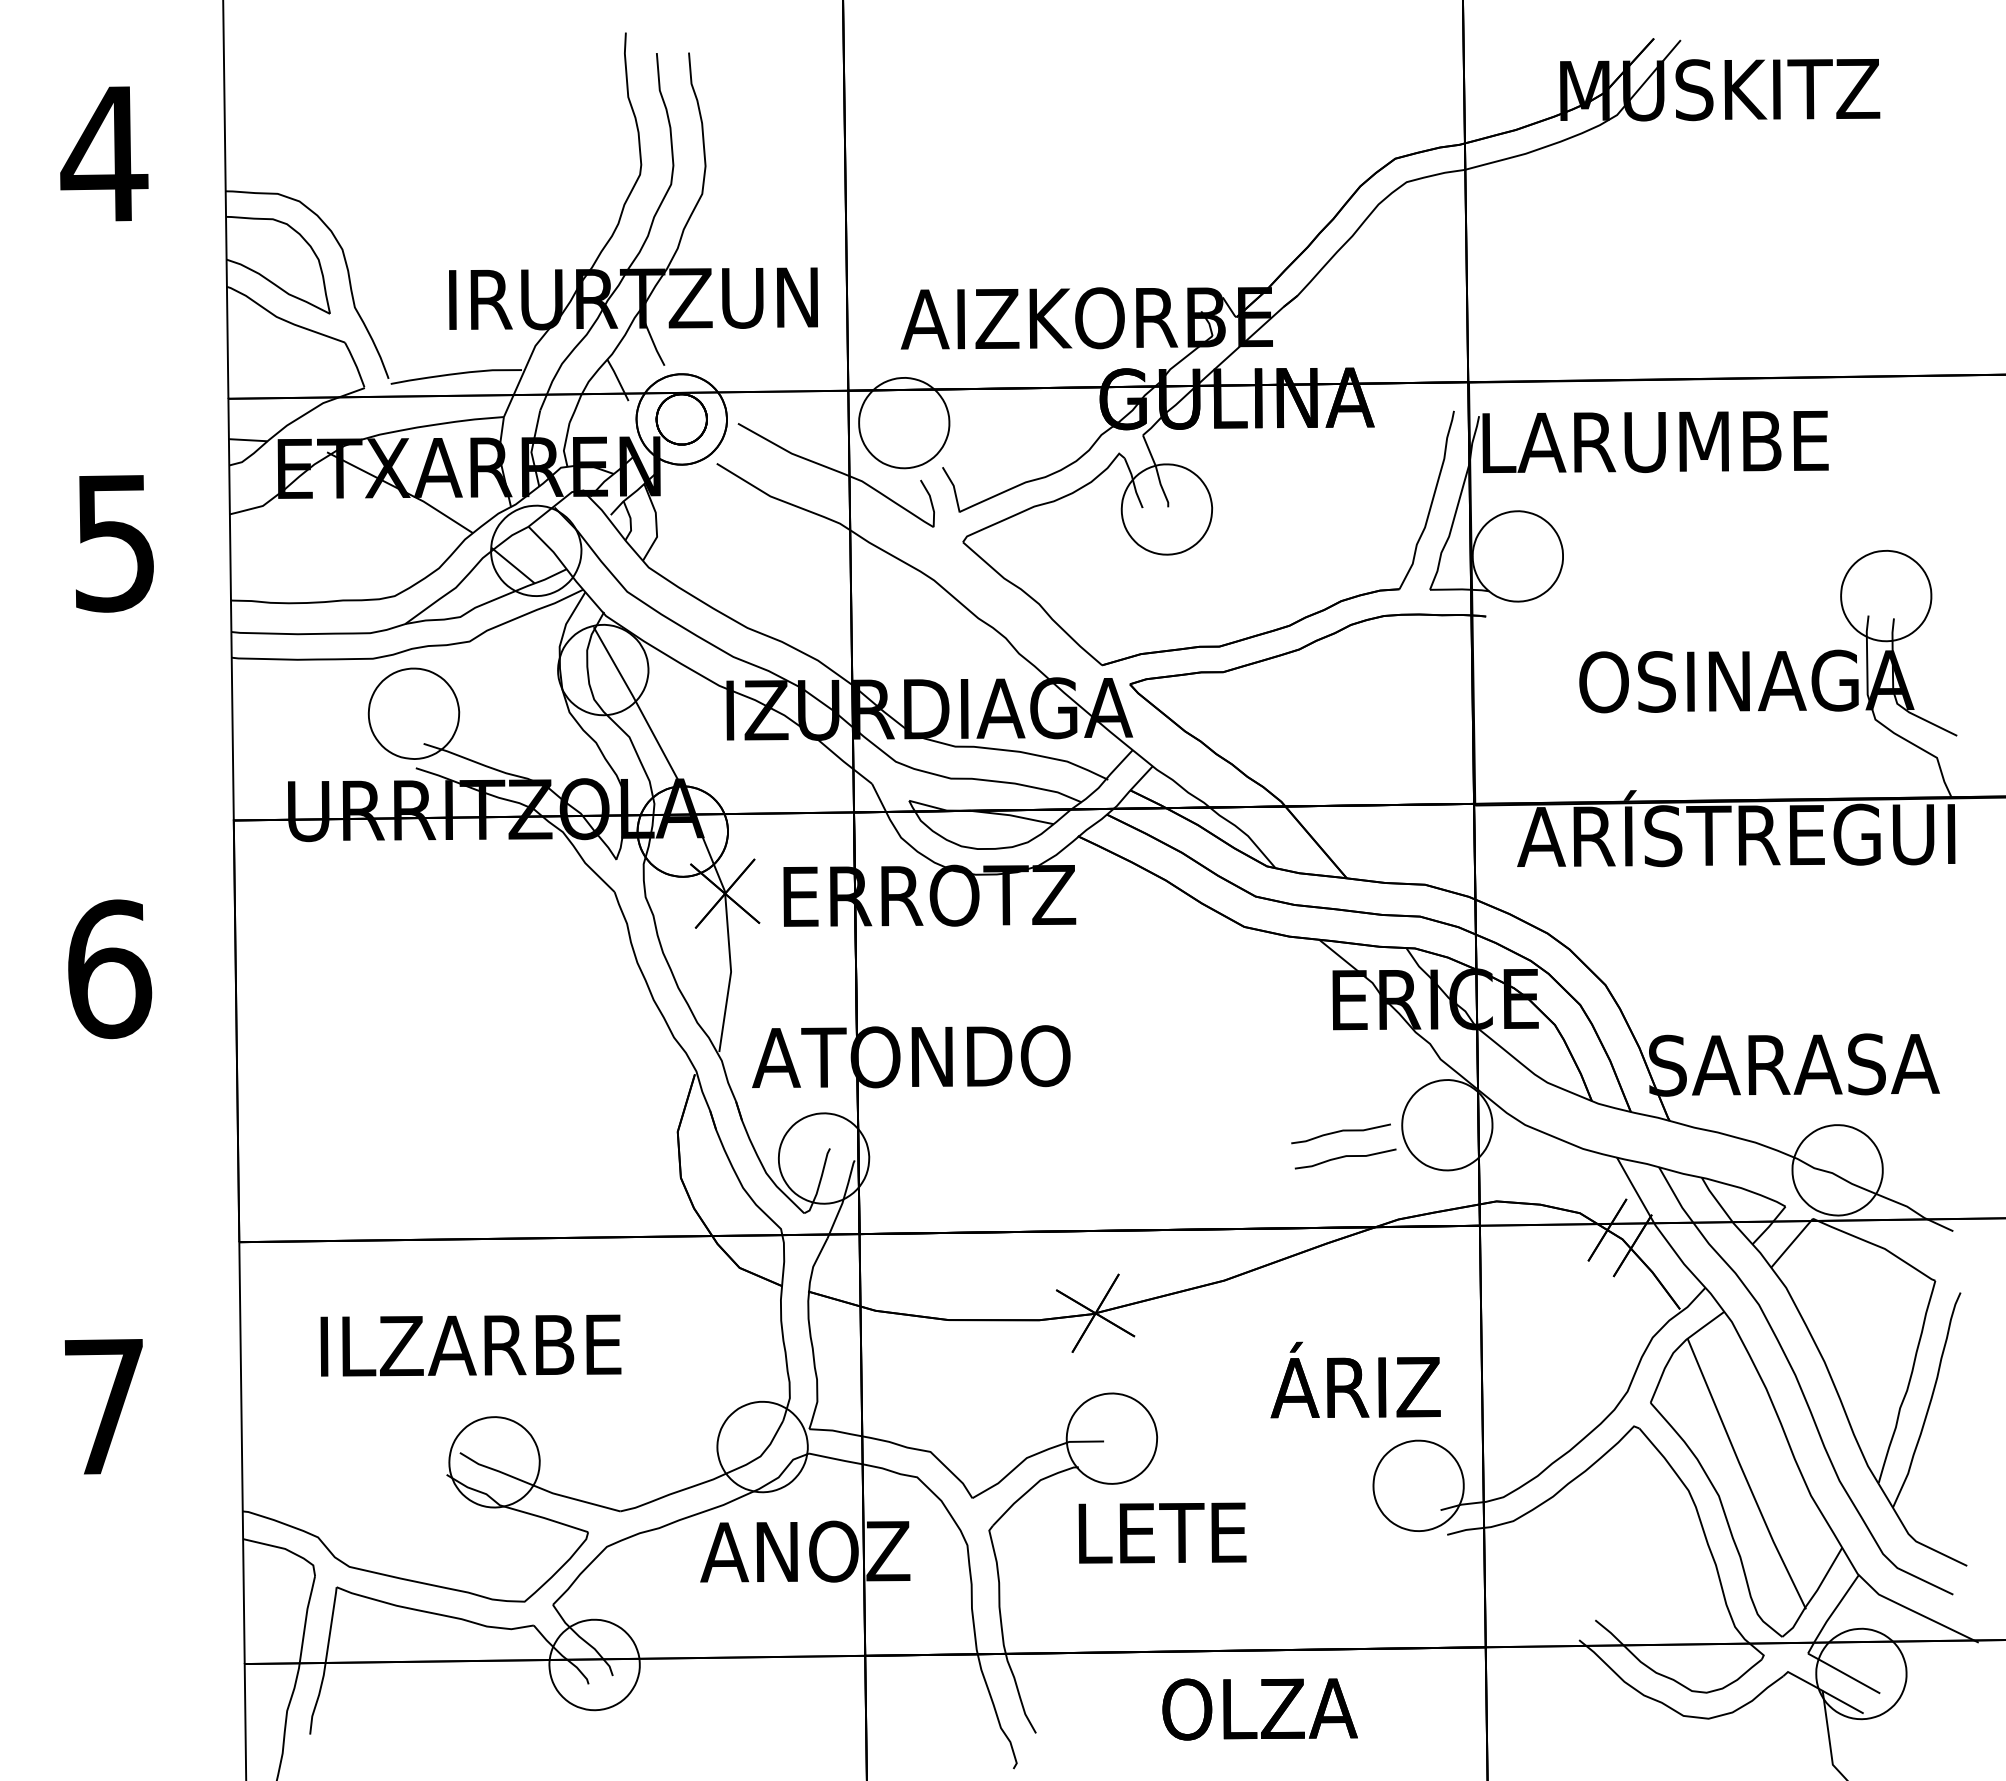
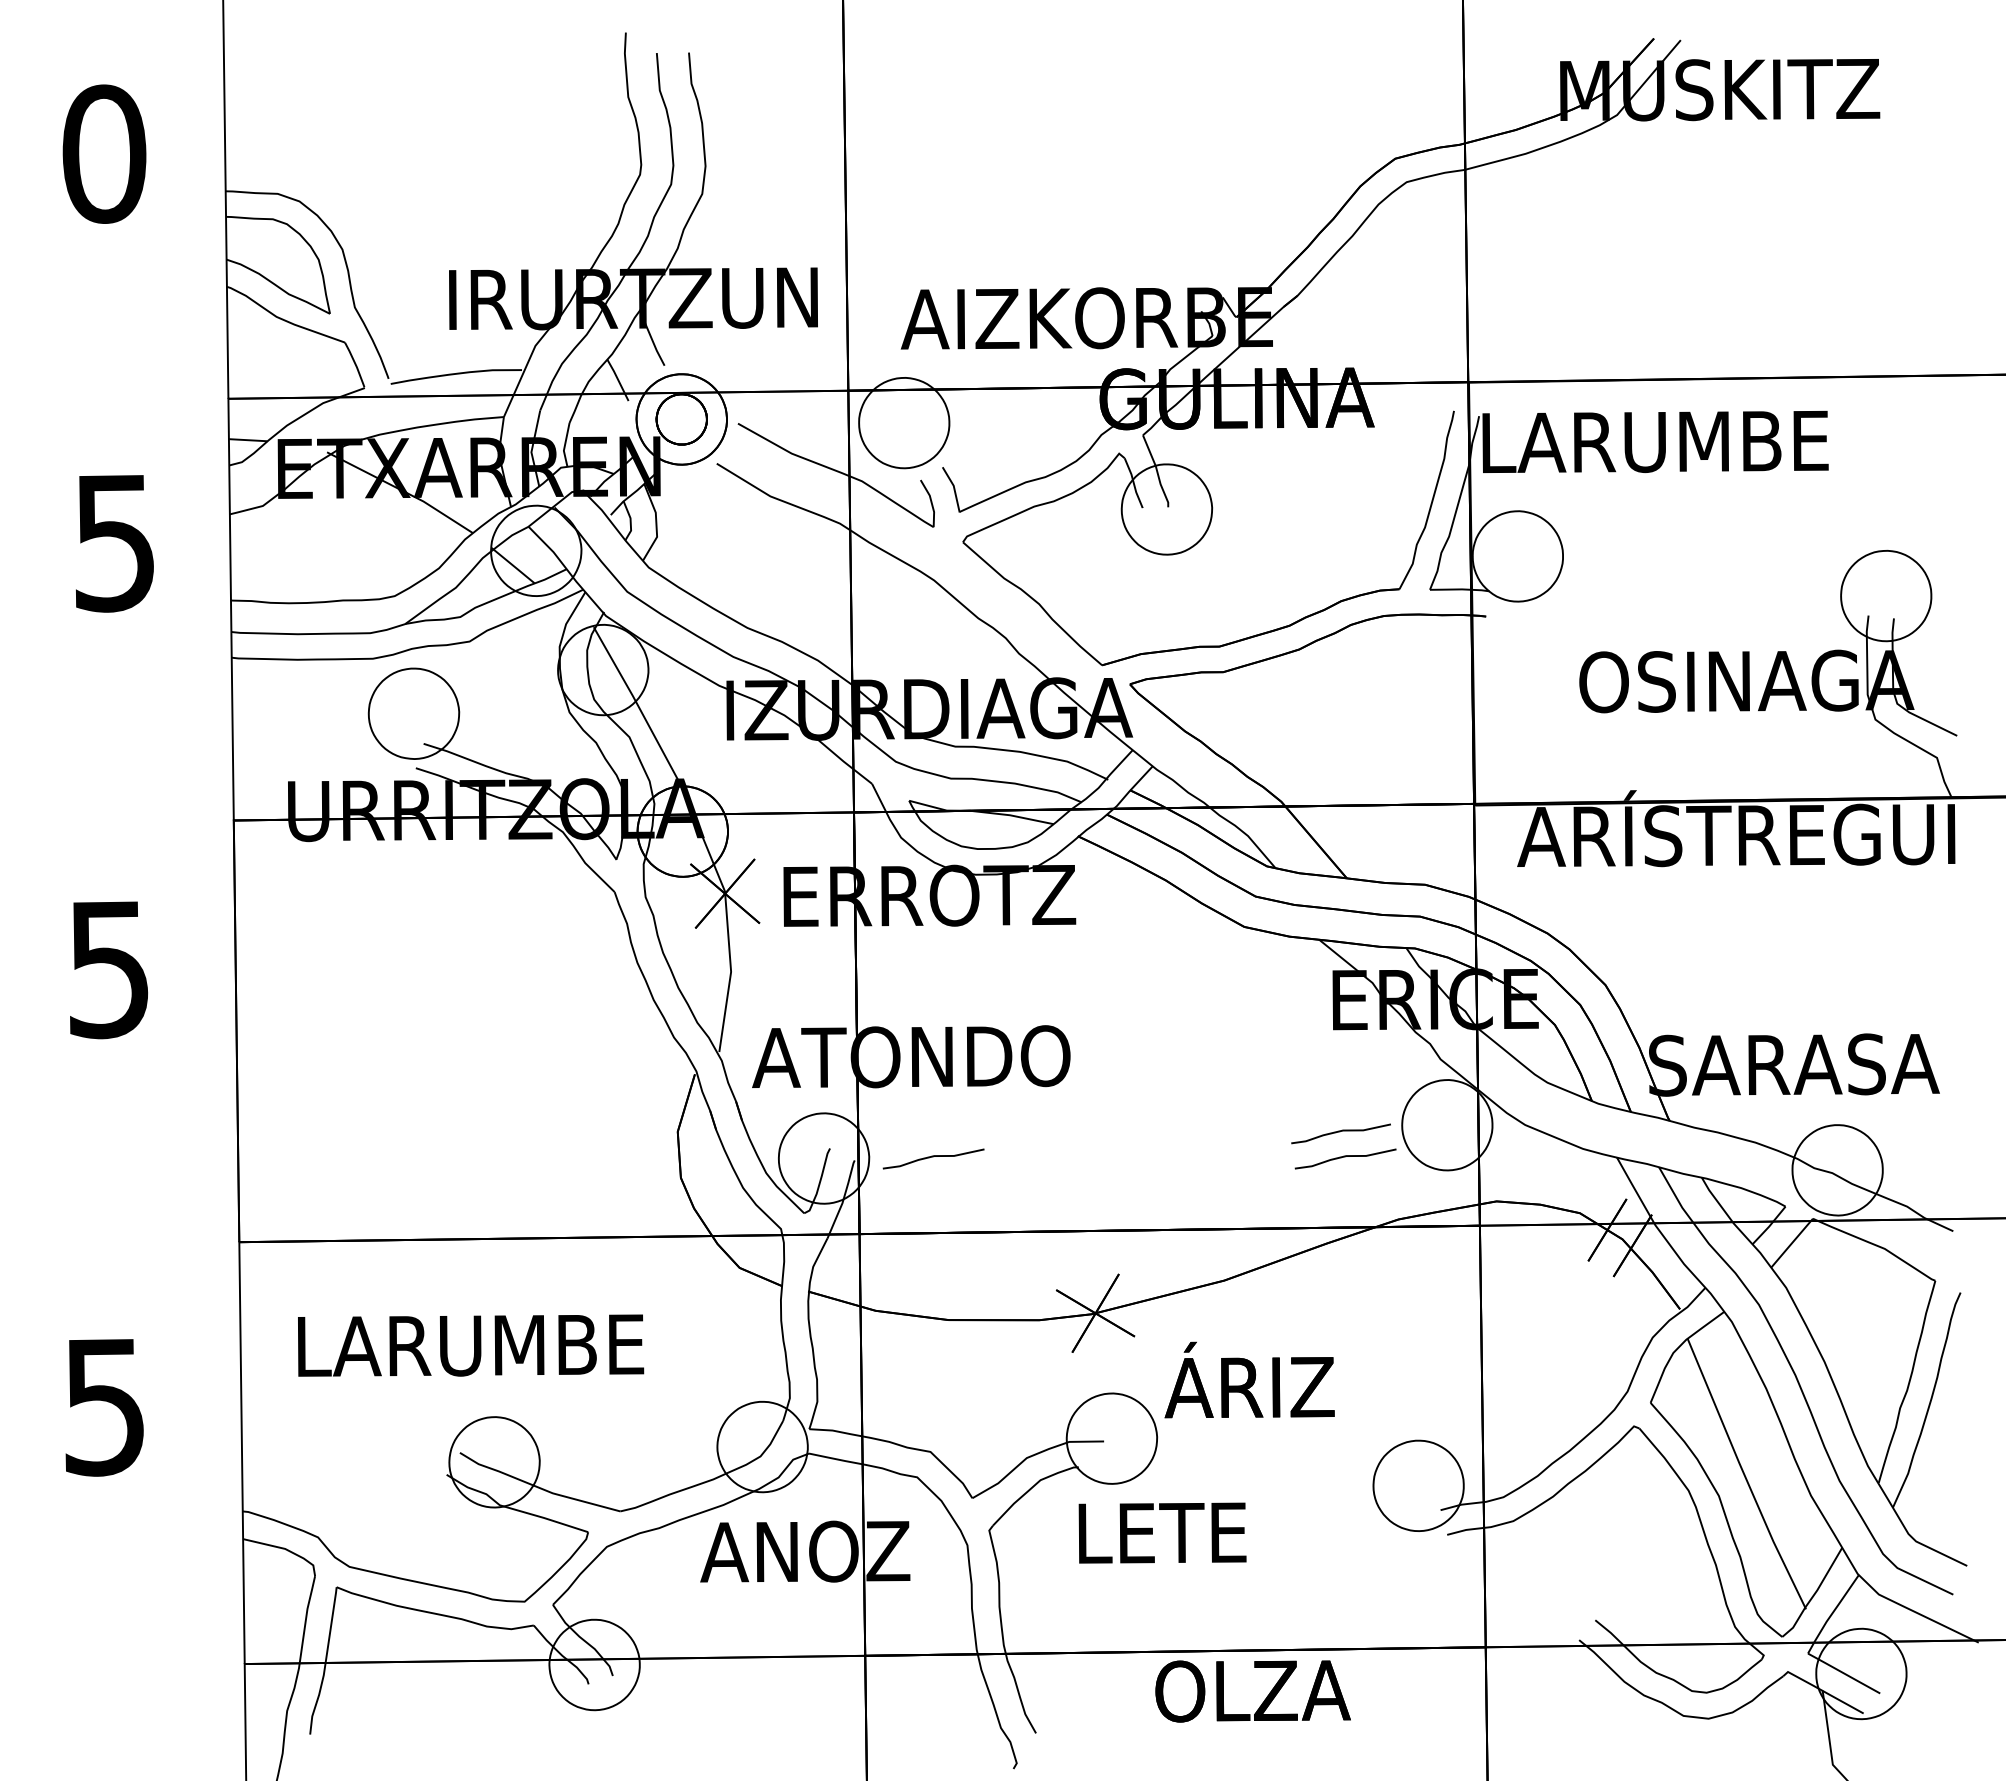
text at (104, 153): 4 -> 0
text at (110, 969): 6 -> 5
curve at (933, 1157): none -> present
text at (471, 1345): ILZARBE -> LARUMBE
text at (1355, 1379) position: (1355, 1379) -> (1249, 1379)
text at (103, 1407): 7 -> 5
text at (1259, 1709) position: (1259, 1709) -> (1252, 1691)
